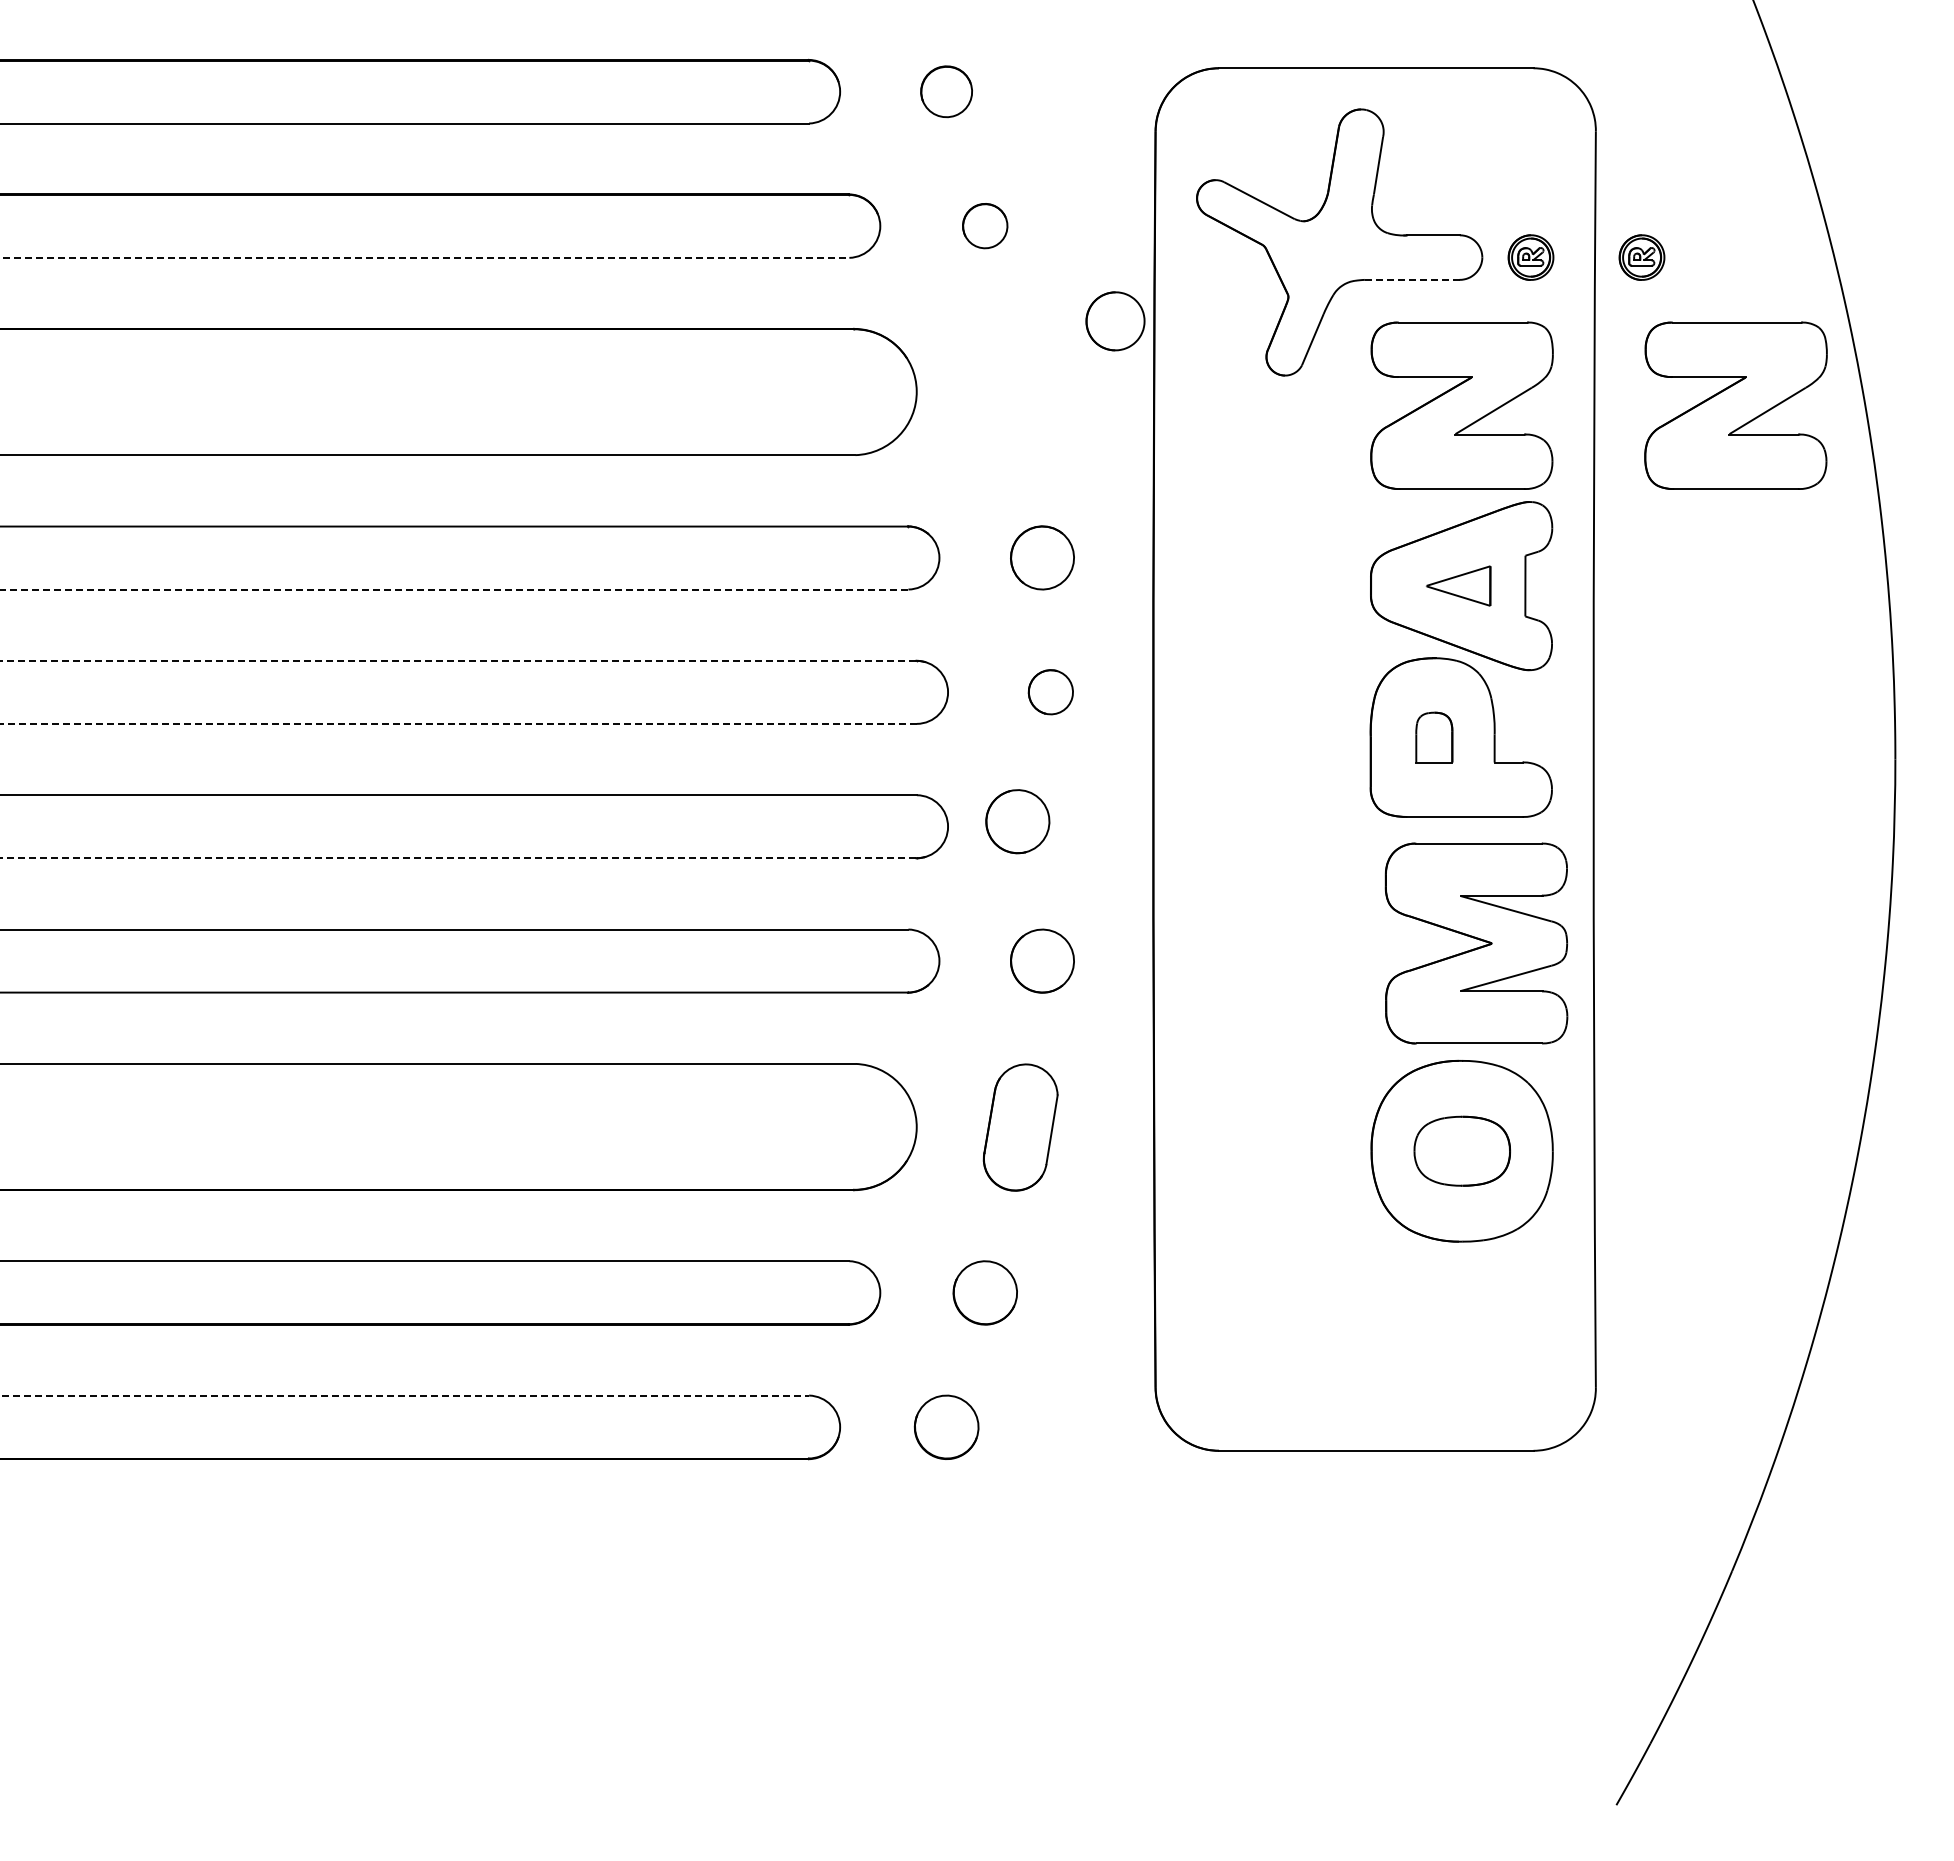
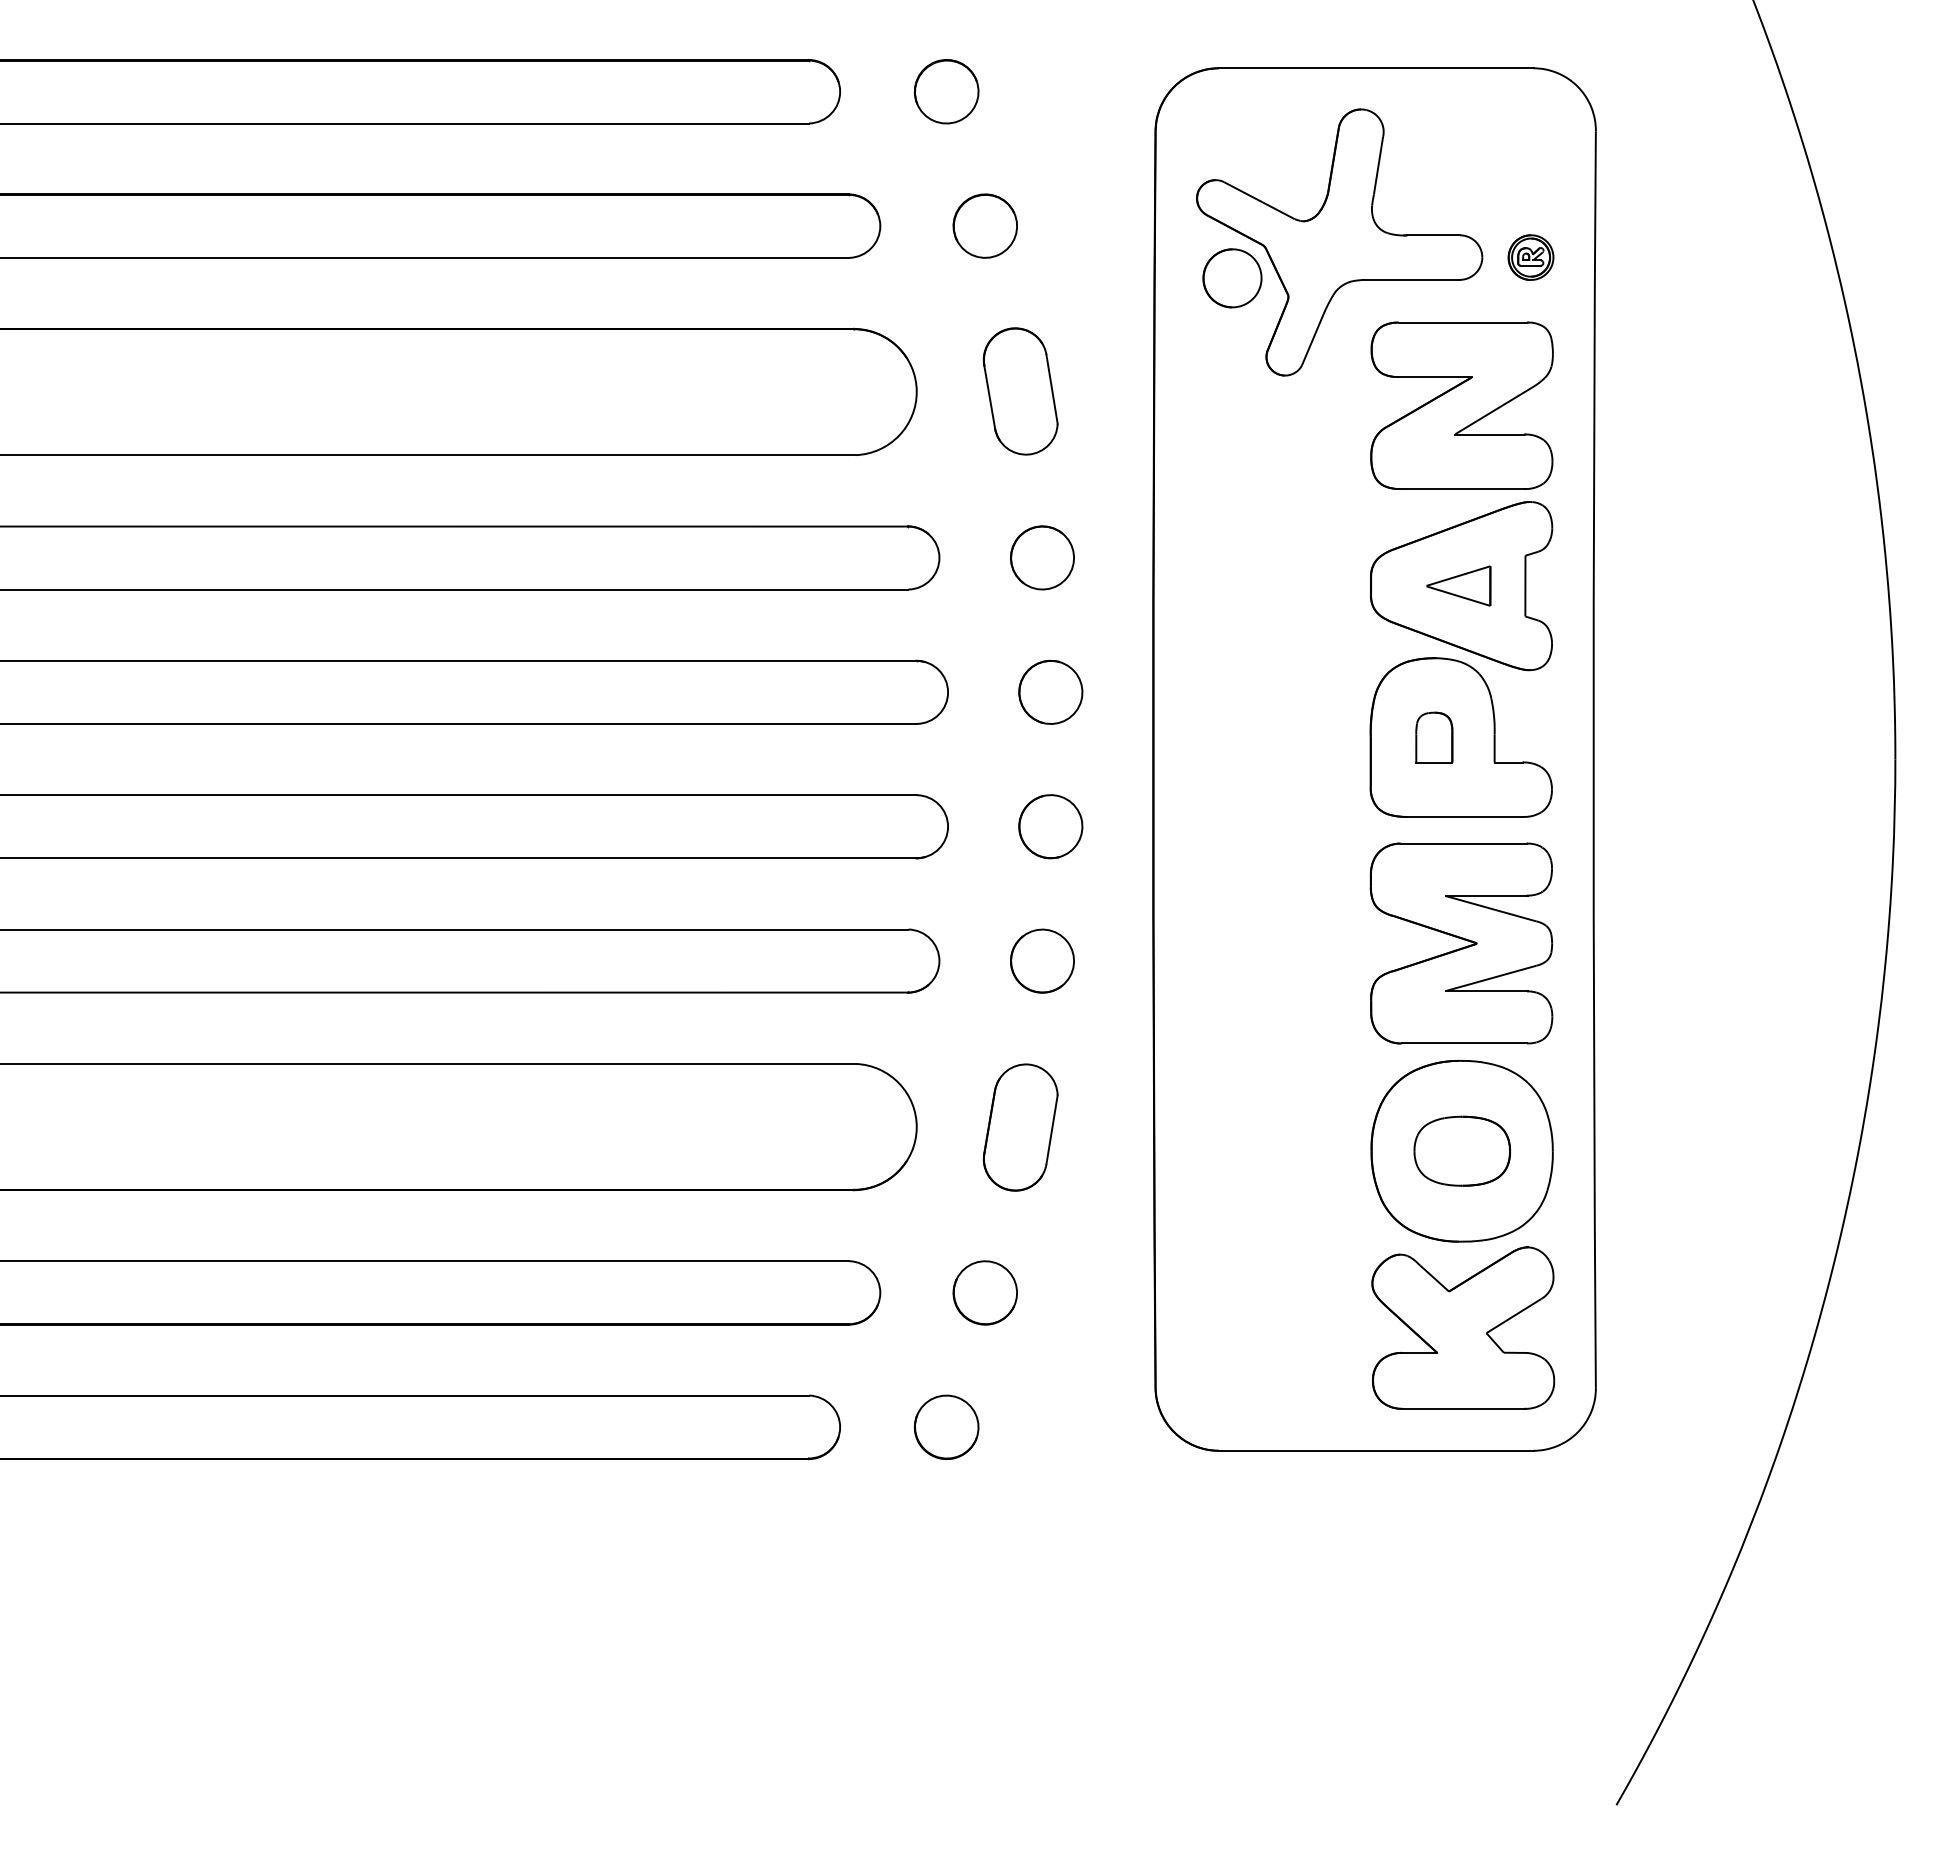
part at (946, 91) size: 53x54 px -> 67x66 px
part at (985, 226) size: 47x47 px -> 66x66 px
line at (425, 257): dashed -> solid
part at (1641, 257): present -> none
line at (1411, 279): dashed -> solid
part at (1115, 321) position: (1115, 321) -> (1232, 278)
part at (1020, 391): none -> present
part at (1735, 405): present -> none
line at (454, 589): dashed -> solid
line at (458, 660): dashed -> solid
part at (1050, 692) size: 47x47 px -> 66x66 px
line at (458, 723): dashed -> solid
part at (1017, 821) position: (1017, 821) -> (1050, 826)
line at (458, 858): dashed -> solid
part at (1476, 943) position: (1476, 943) -> (1461, 943)
part at (1463, 1327): none -> present
line at (404, 1395): dashed -> solid
